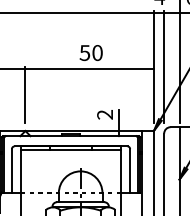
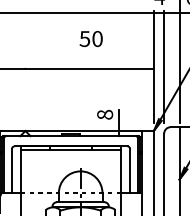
text at (90, 52) position: (90, 52) -> (90, 38)
line at (25, 95): present -> none
text at (105, 114): 2 -> 8
